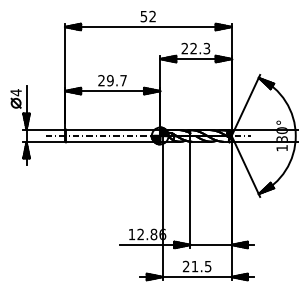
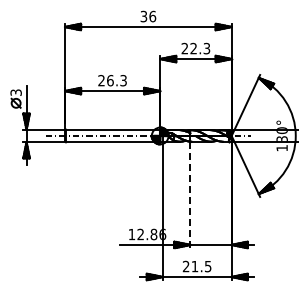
text at (148, 16): 52 -> 36
text at (116, 80): 29.7 -> 26.3
text at (15, 92): 4 -> 3
line at (190, 195): solid -> dashed
